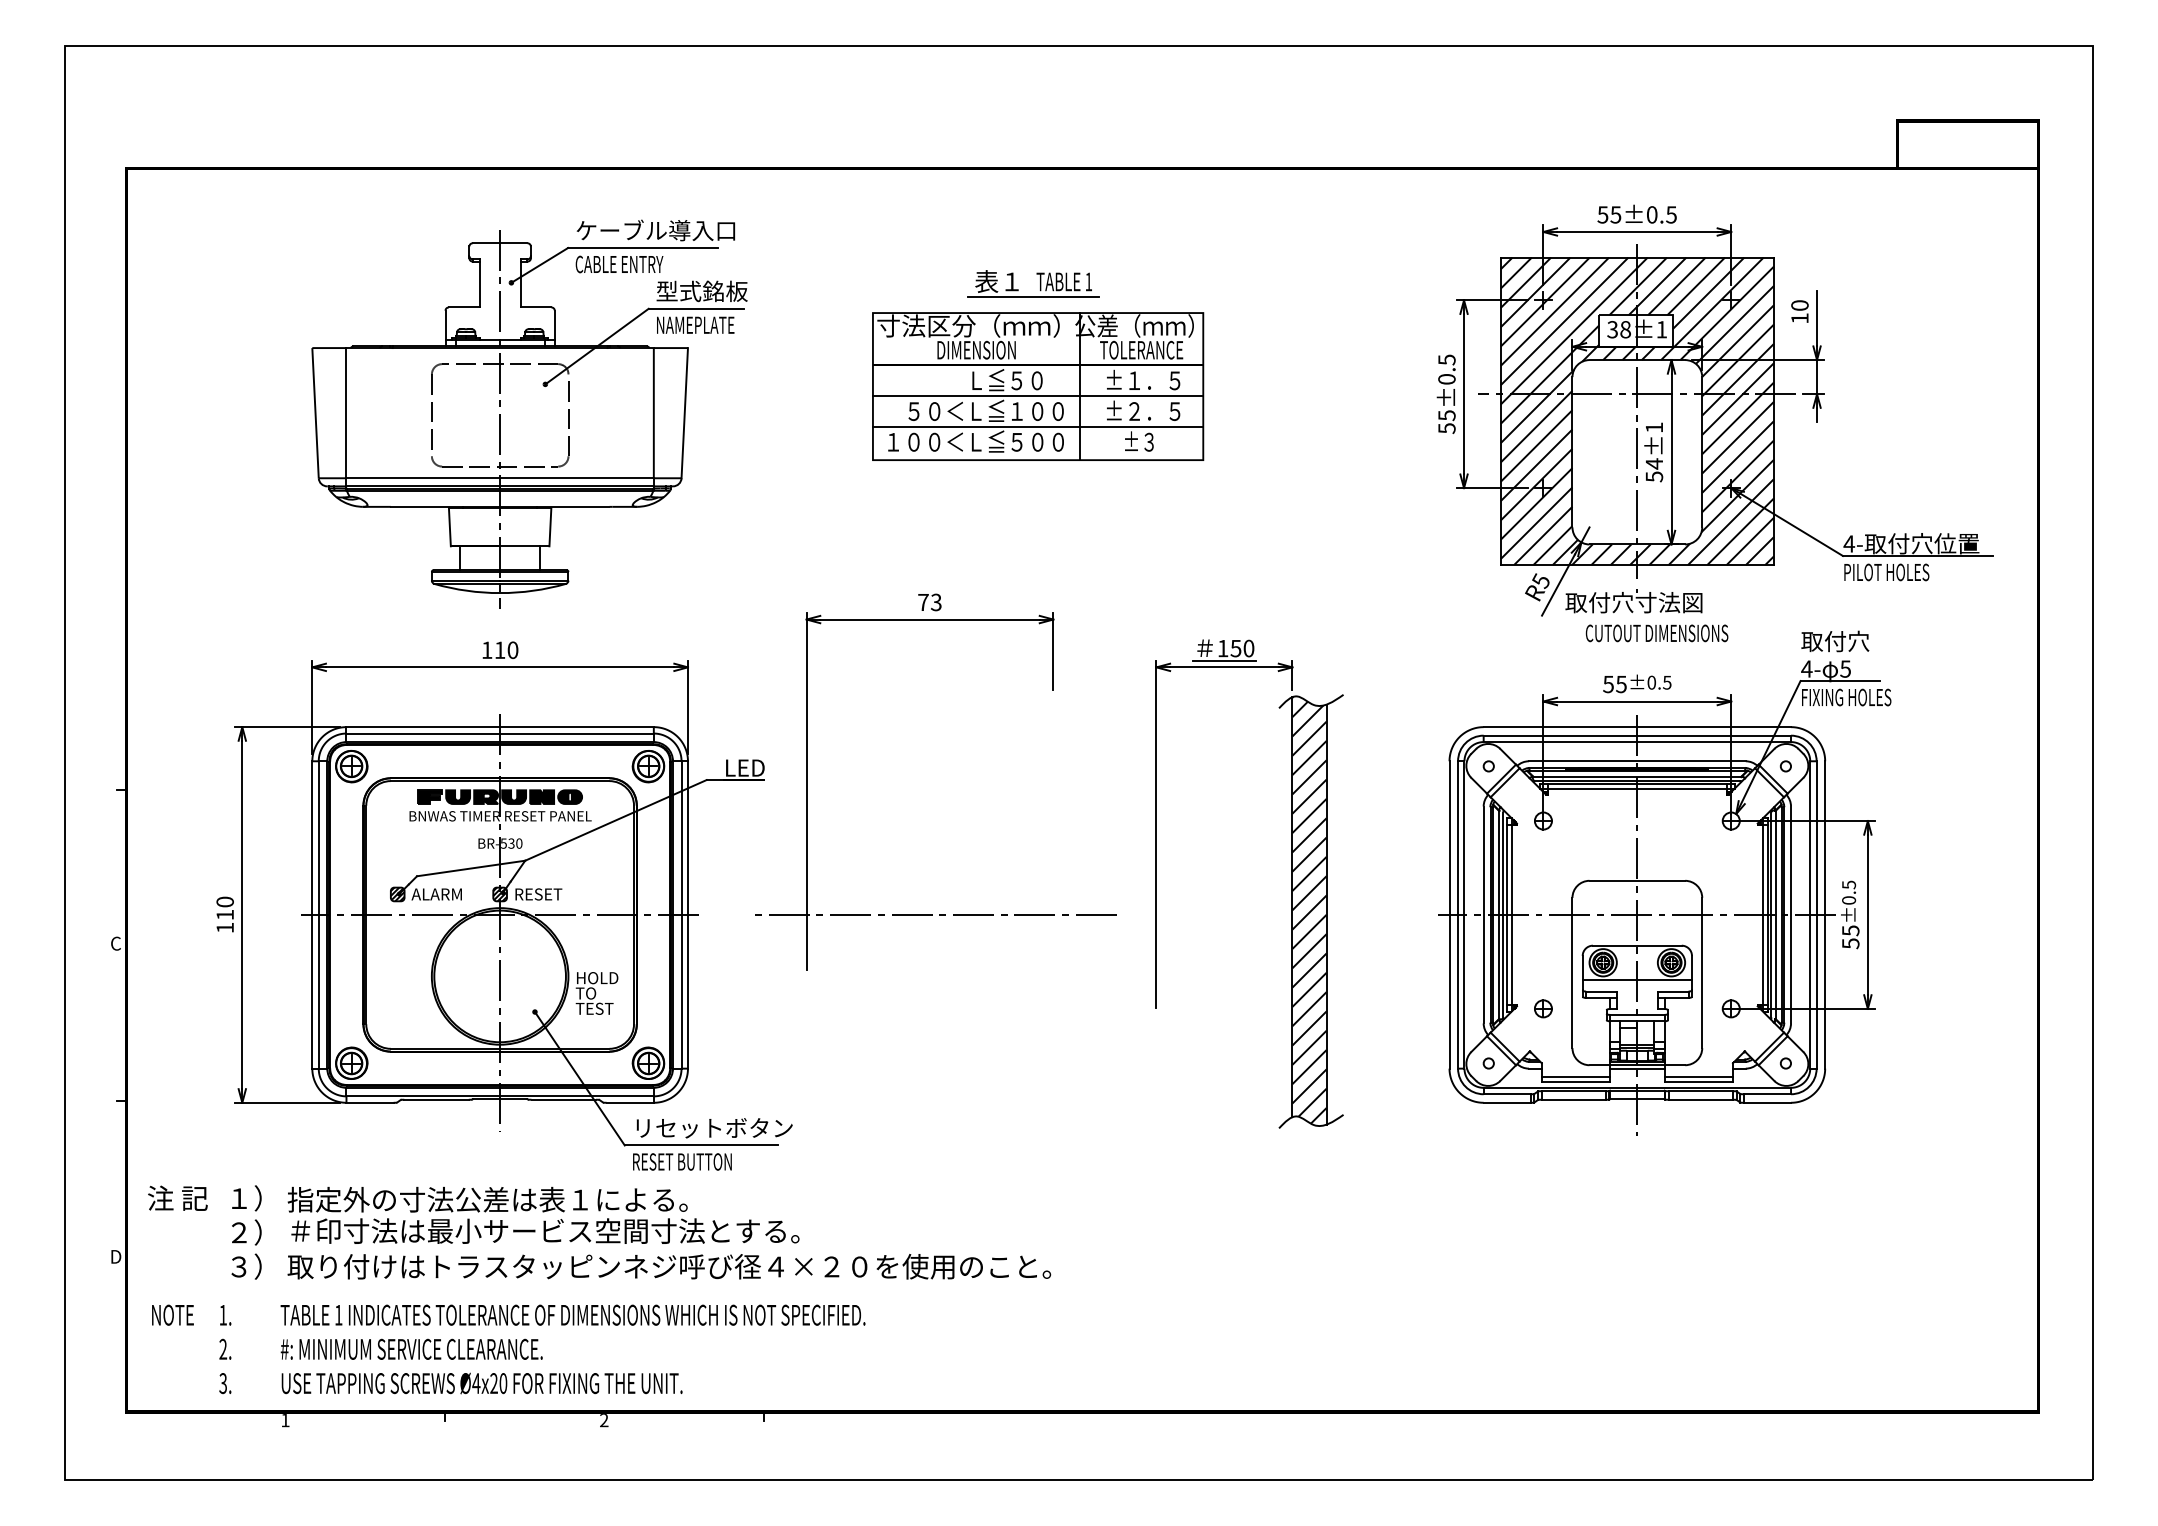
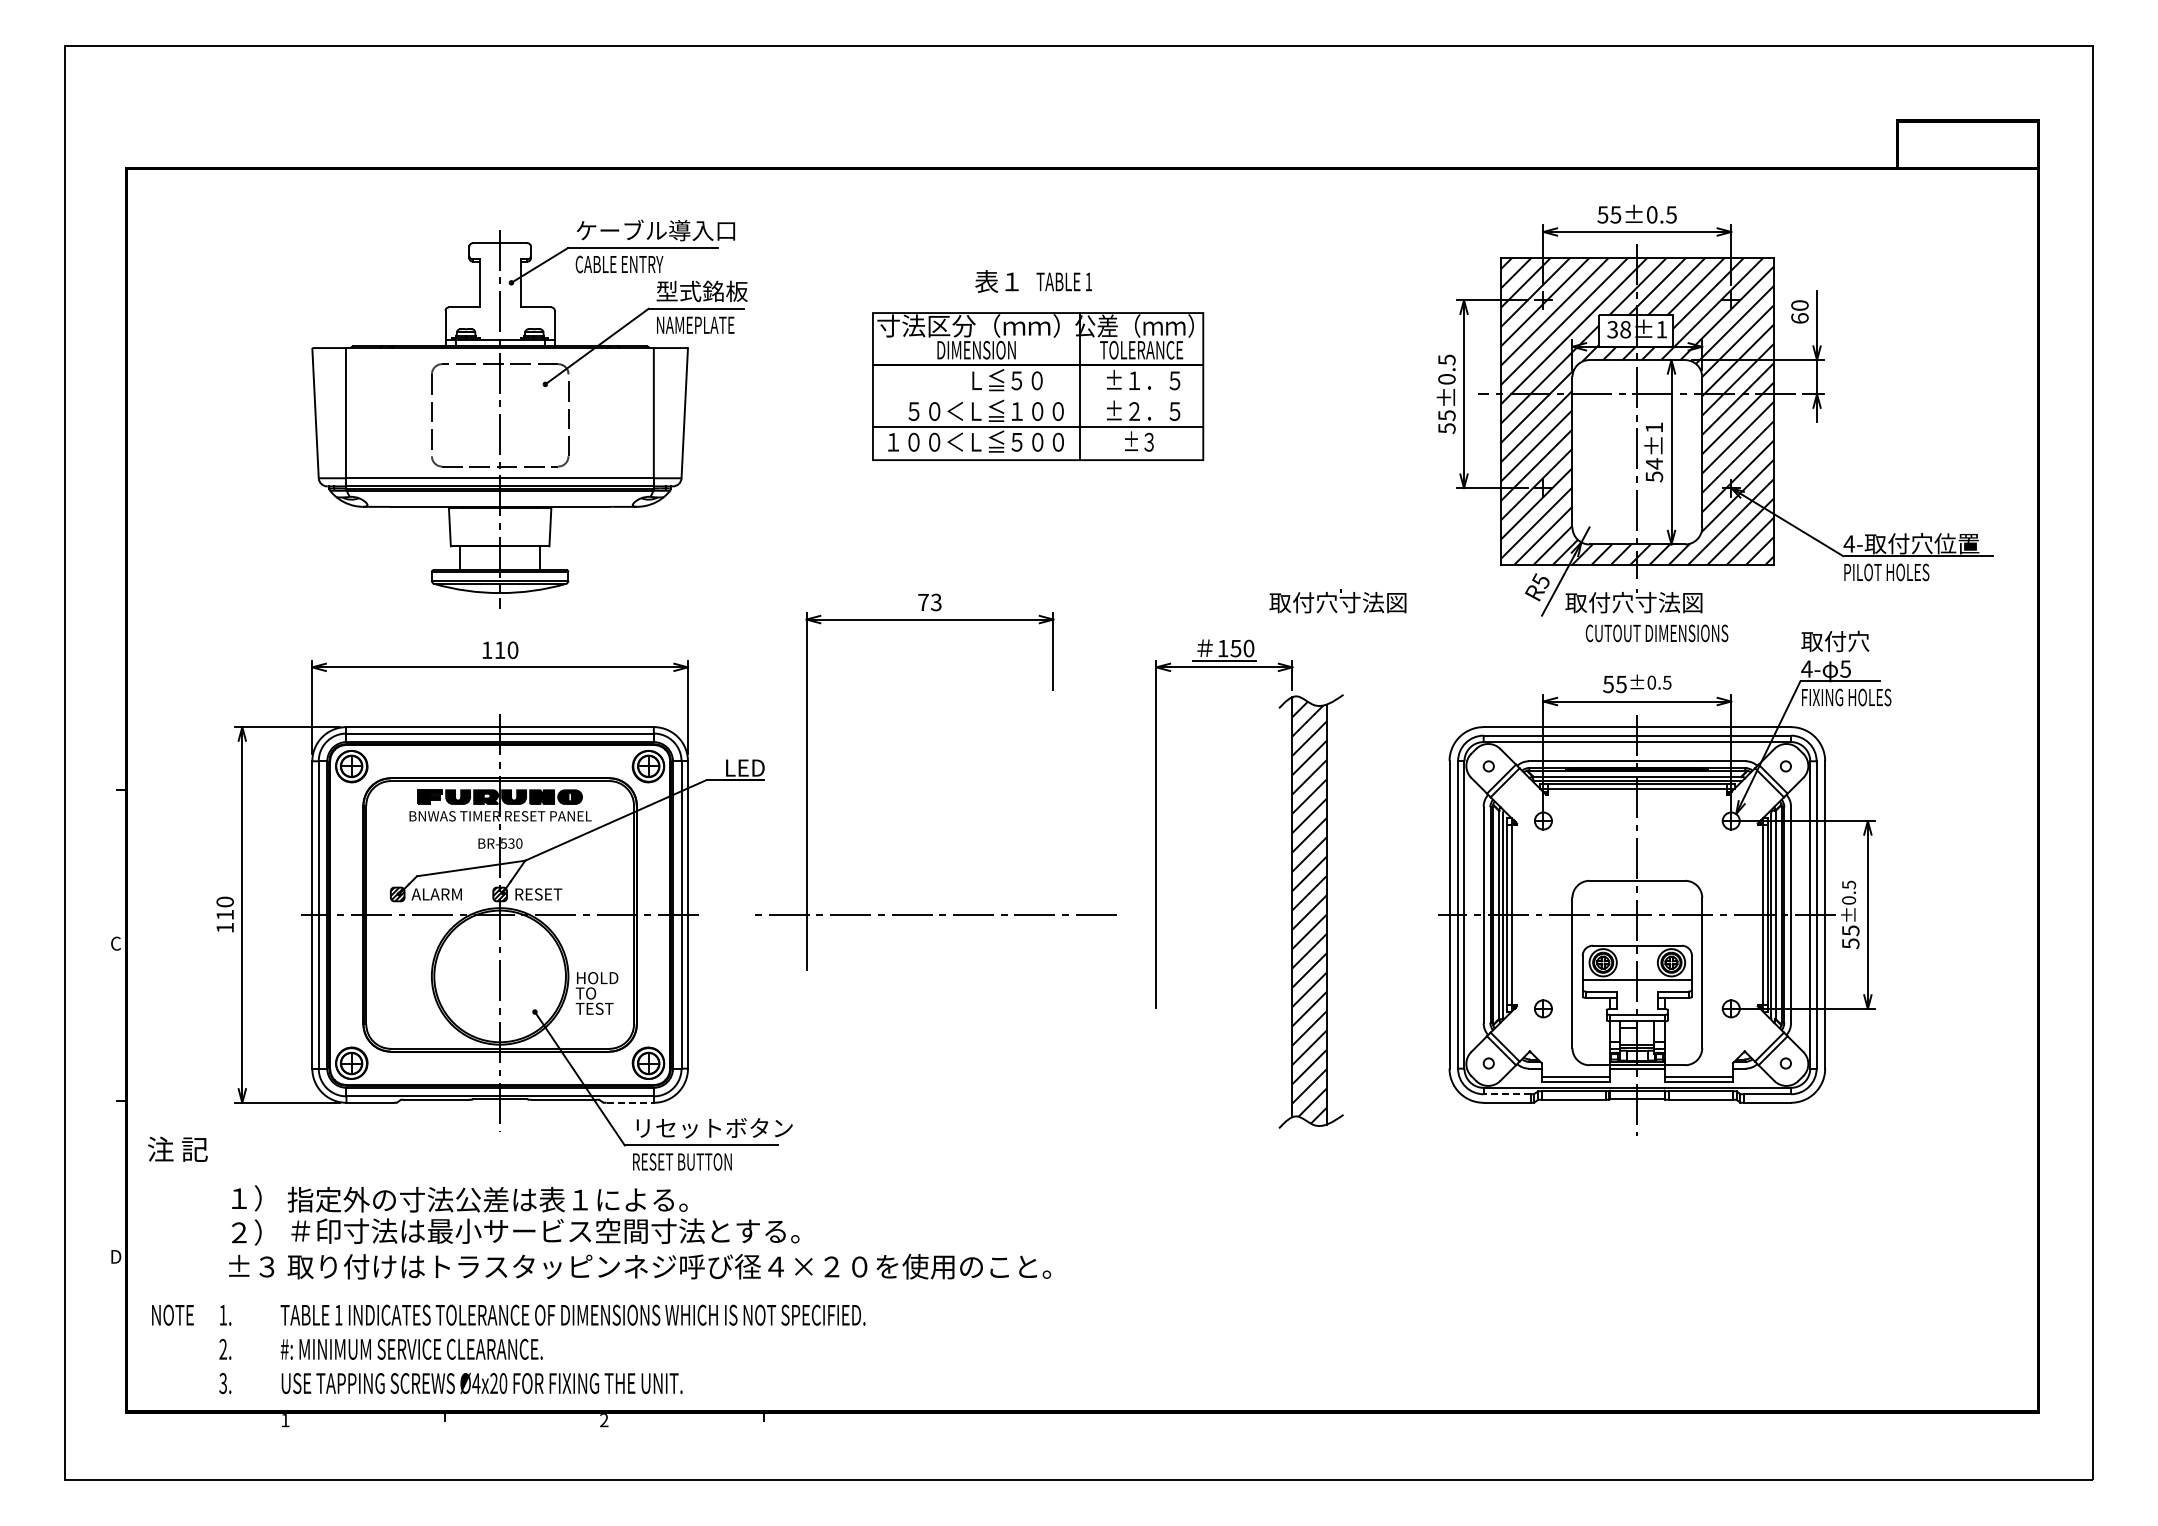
line at (1033, 297): present -> none
text at (1799, 318): 10 -> 60
line at (1037, 396): present -> none
part at (1337, 601): none -> present
line at (1507, 1094): solid -> dashed
line at (630, 1102): solid -> dashed
text at (177, 1197) position: (177, 1197) -> (177, 1148)
text at (251, 1266): ３） -> ±３
